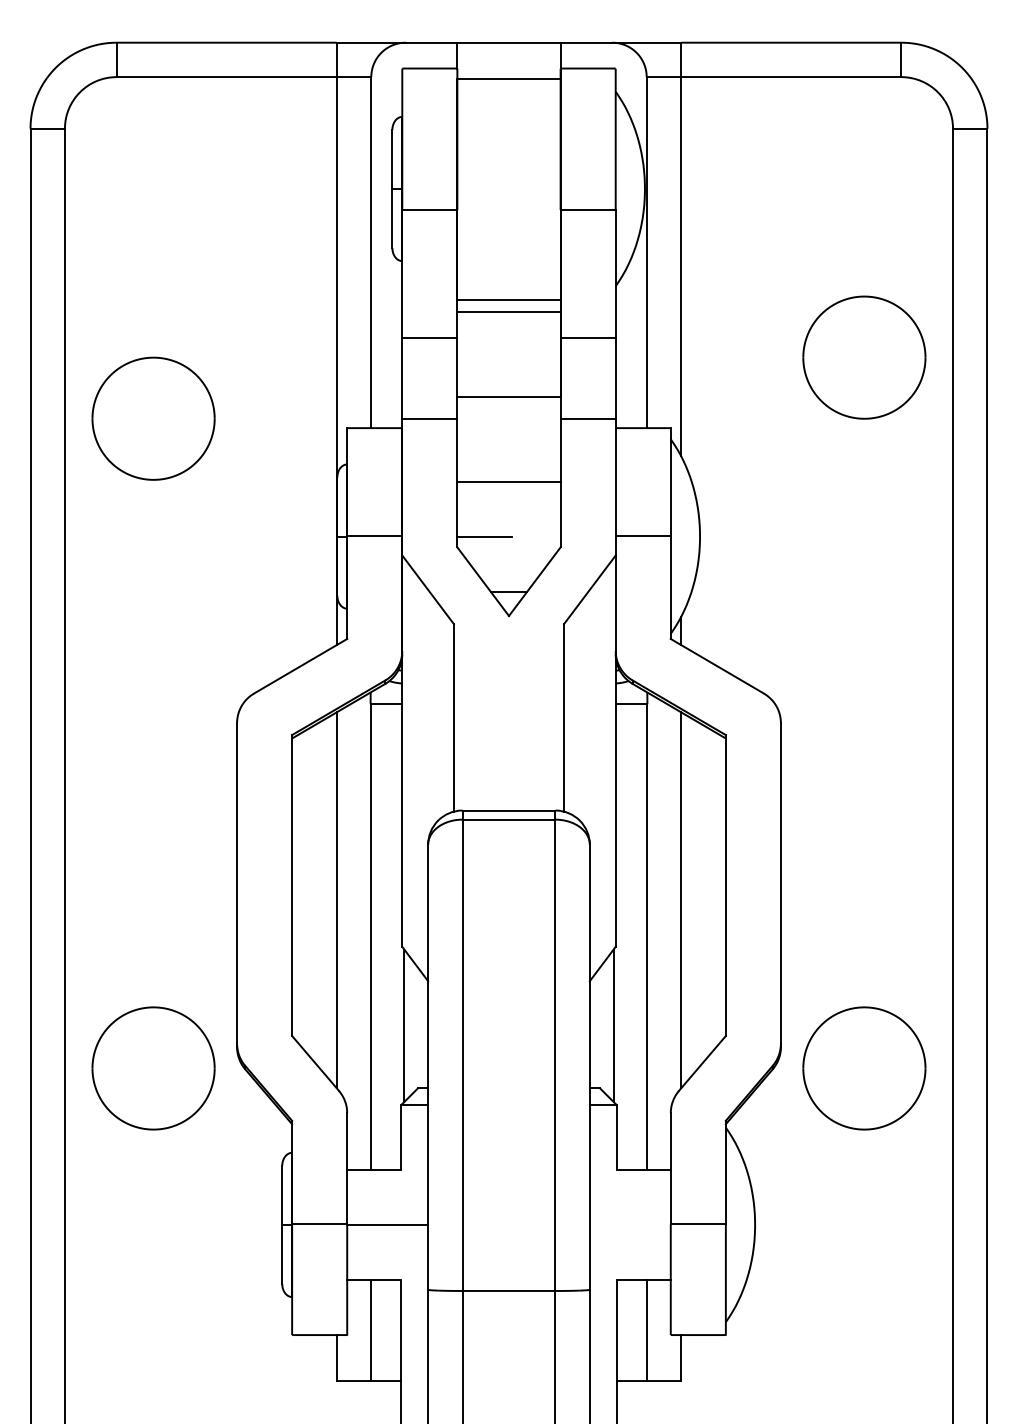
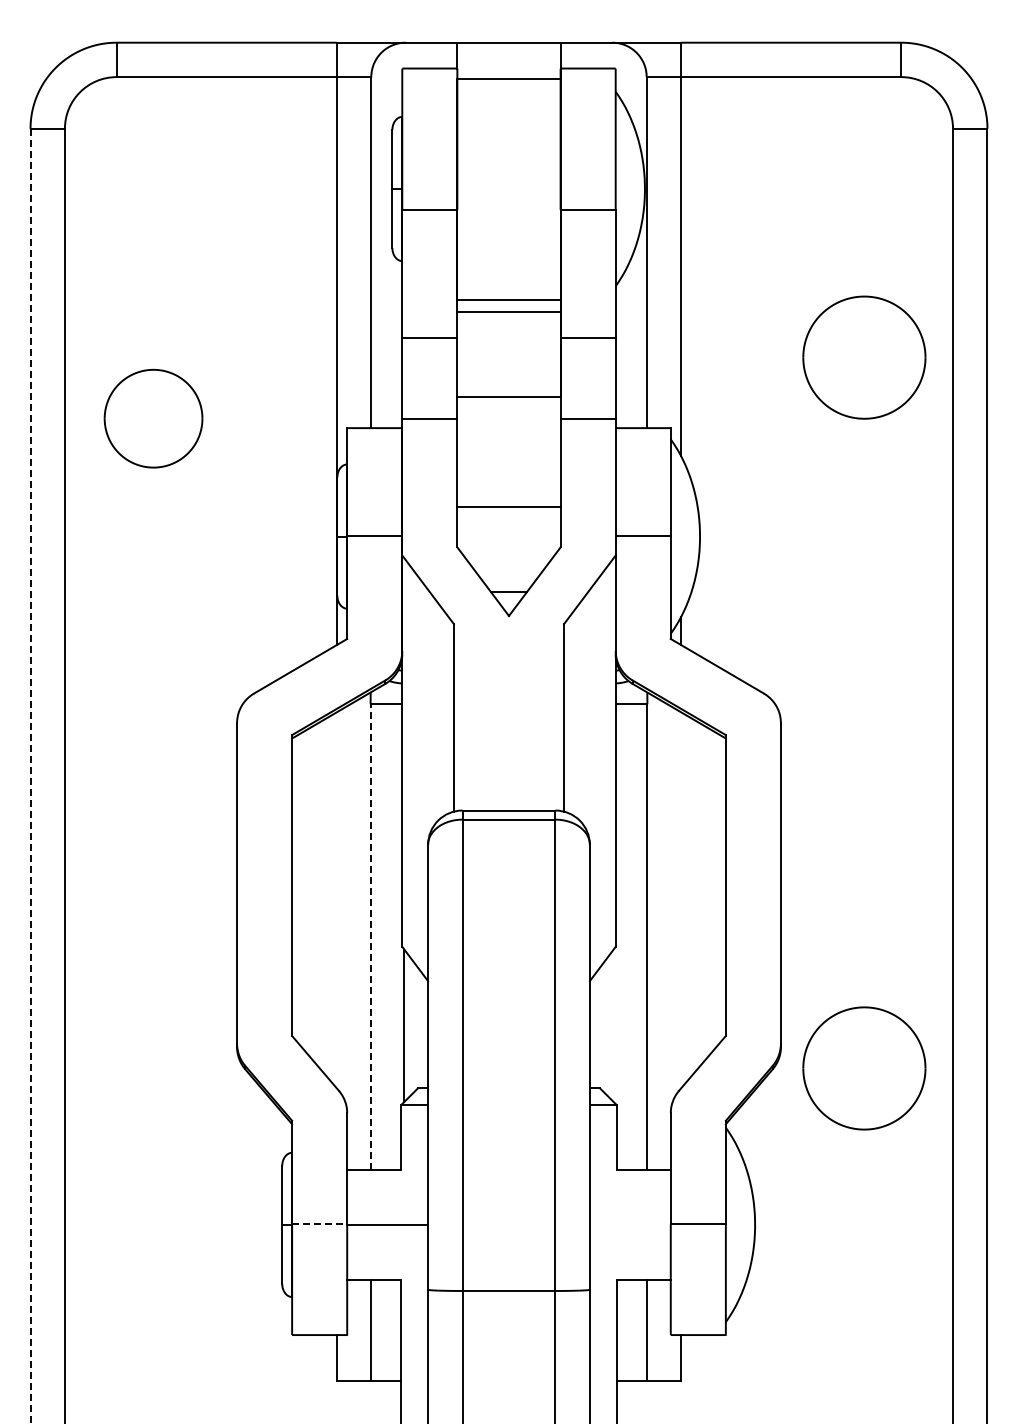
part at (153, 418) size: 125x125 px -> 101x101 px
line at (508, 481) position: (508, 481) -> (508, 506)
line at (484, 536): present -> none
line at (30, 776): solid -> dashed
line at (336, 900): present -> none
line at (681, 900): present -> none
line at (370, 937): solid -> dashed
line at (613, 1025): present -> none
part at (153, 1068): present -> none
line at (319, 1224): solid -> dashed
